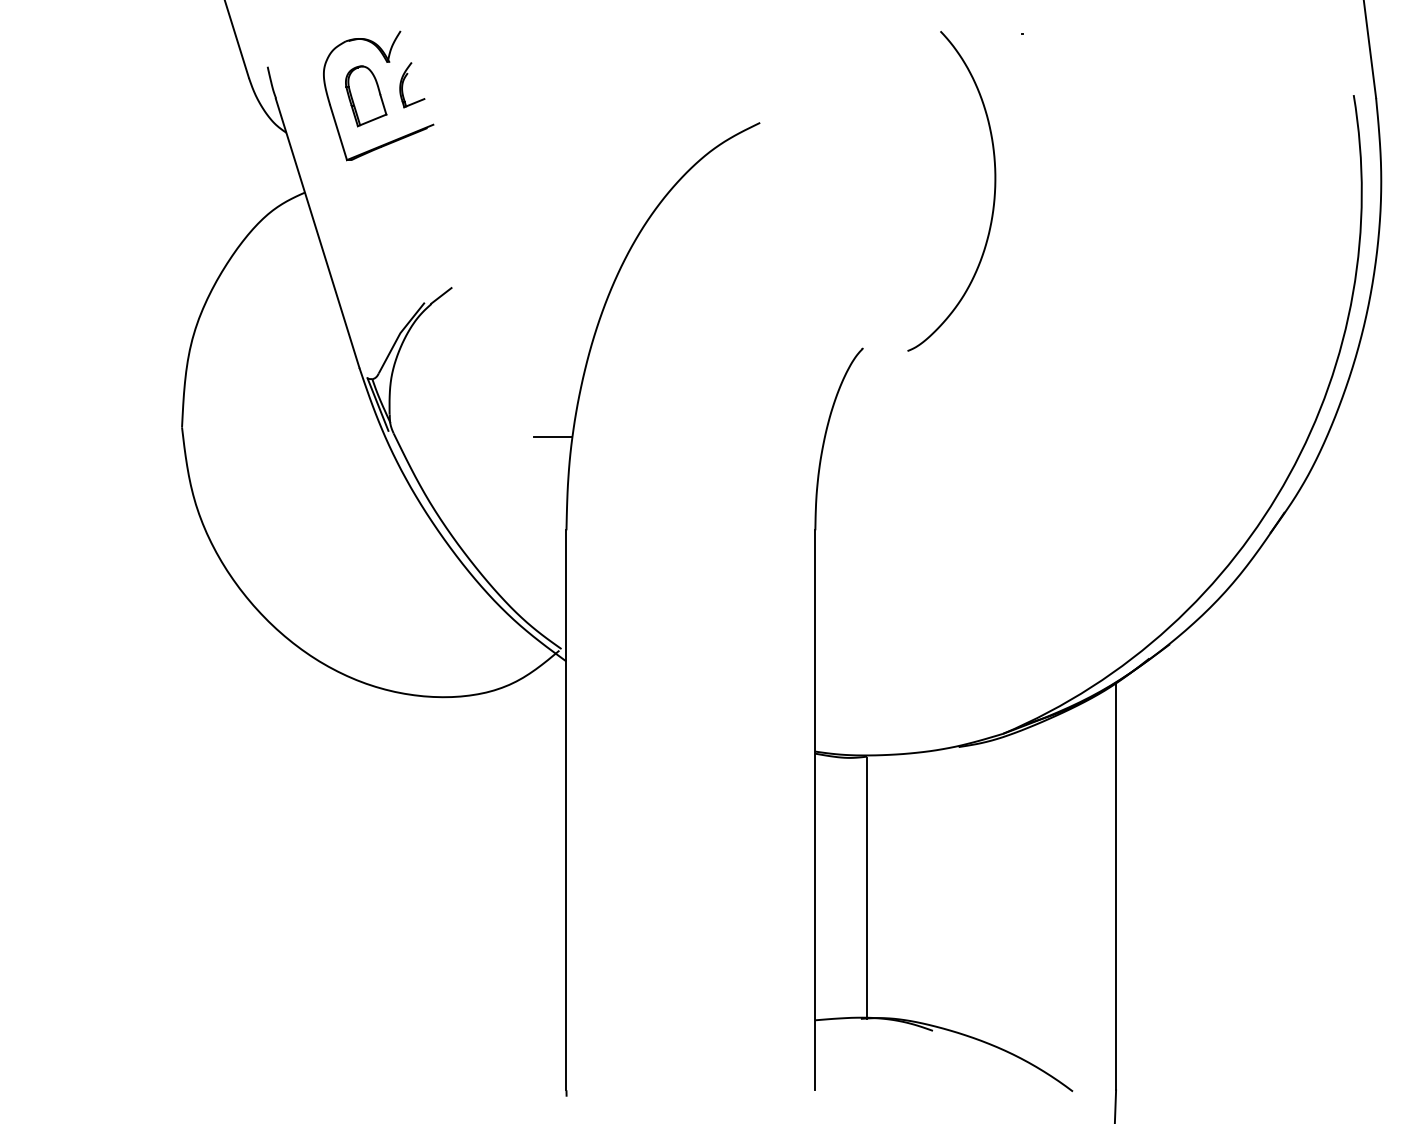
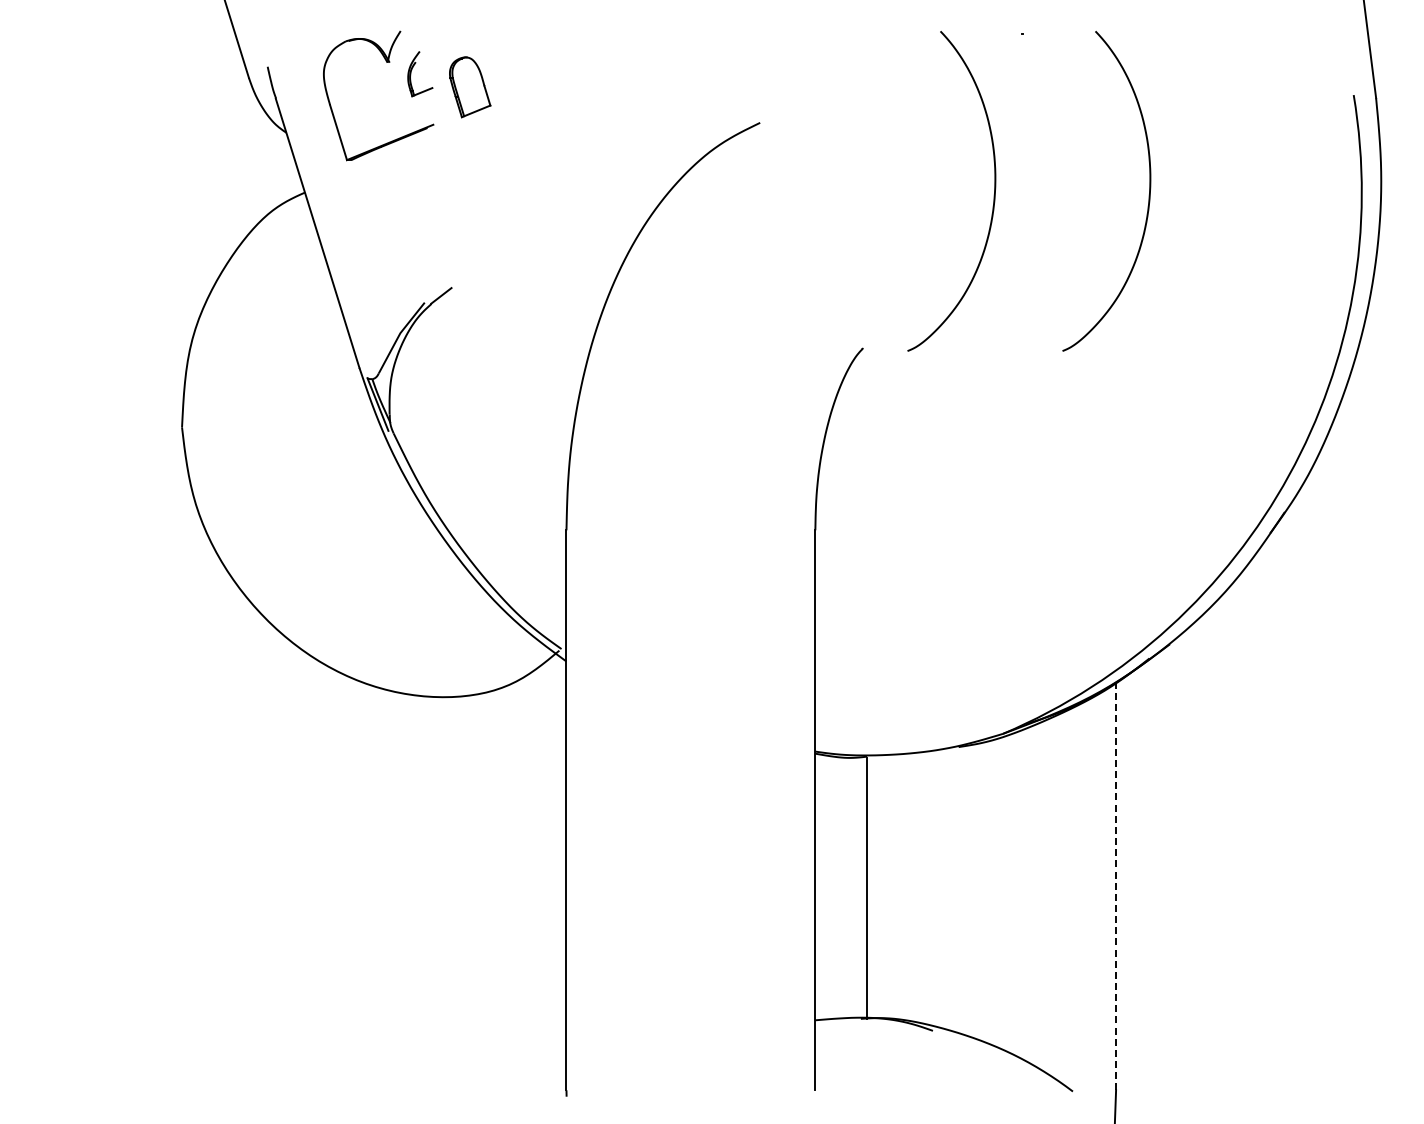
part at (404, 81) position: (404, 81) -> (412, 70)
part at (366, 96) position: (366, 96) -> (470, 87)
curve at (1148, 195): none -> present
line at (552, 437): present -> none
line at (1116, 886): solid -> dashed
